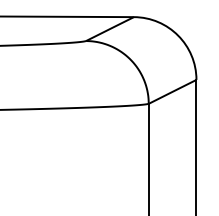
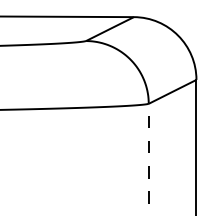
line at (148, 159): solid -> dashed
